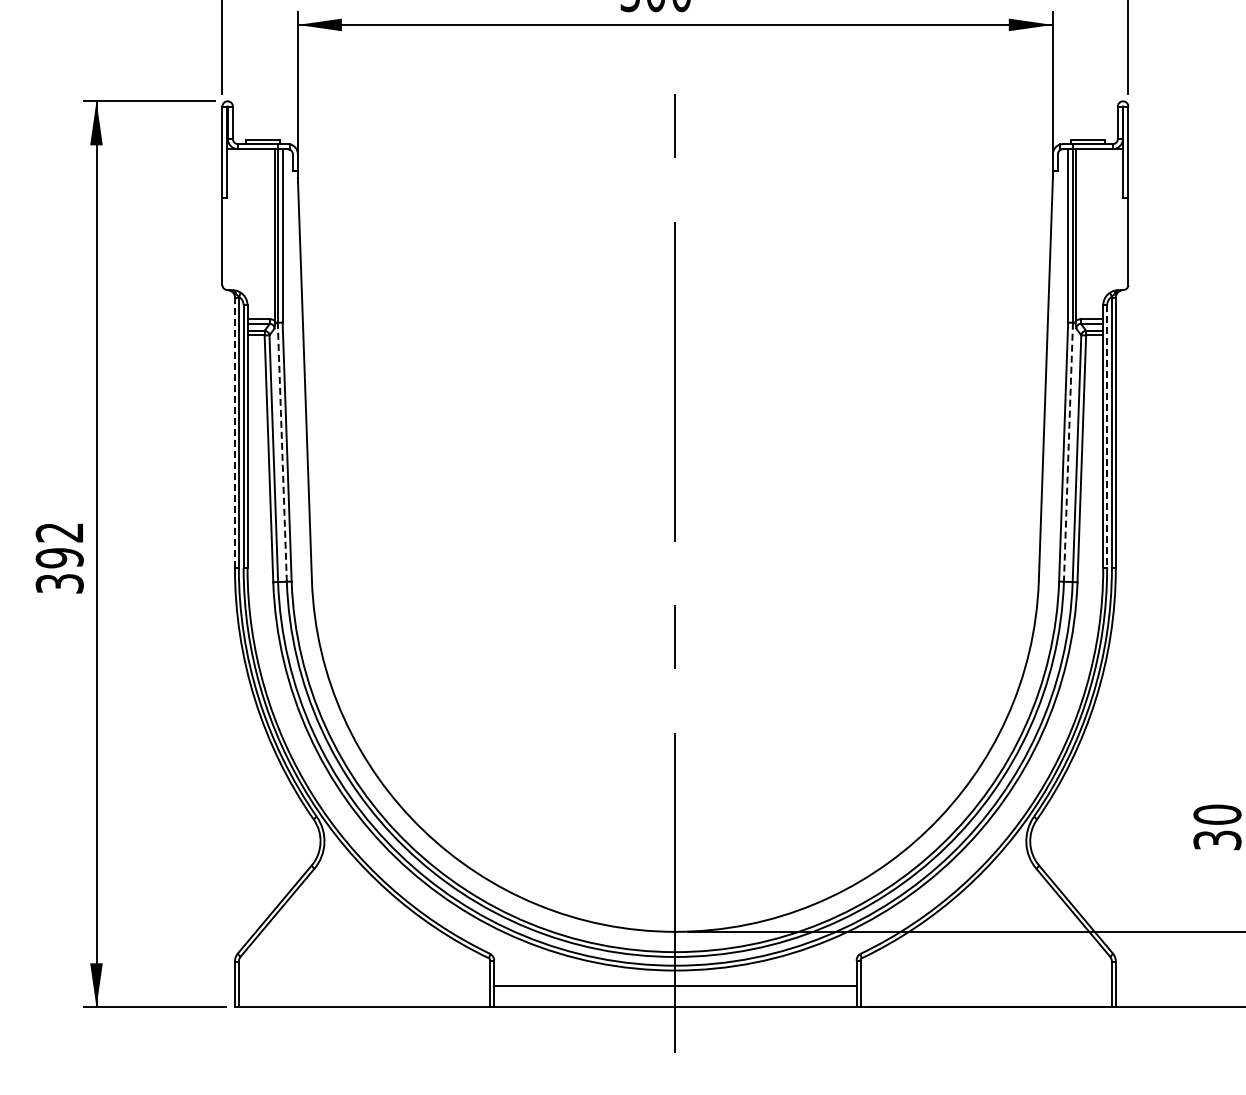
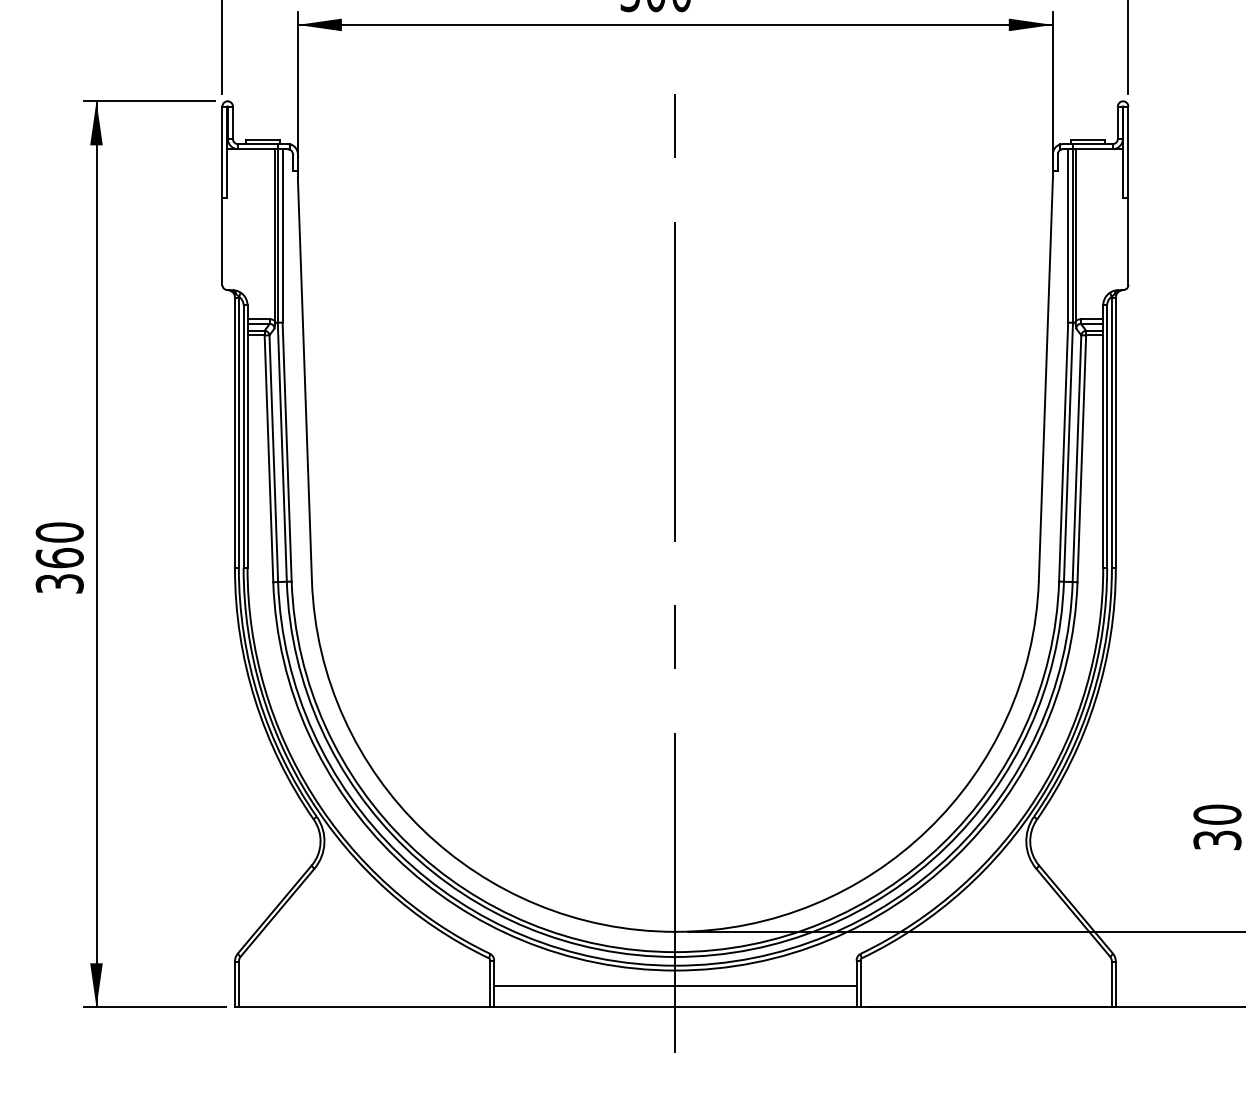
line at (234, 432): dashed -> solid
line at (1107, 437): dashed -> solid
line at (282, 452): dashed -> solid
line at (1068, 452): dashed -> solid
text at (59, 545): 392 -> 360
